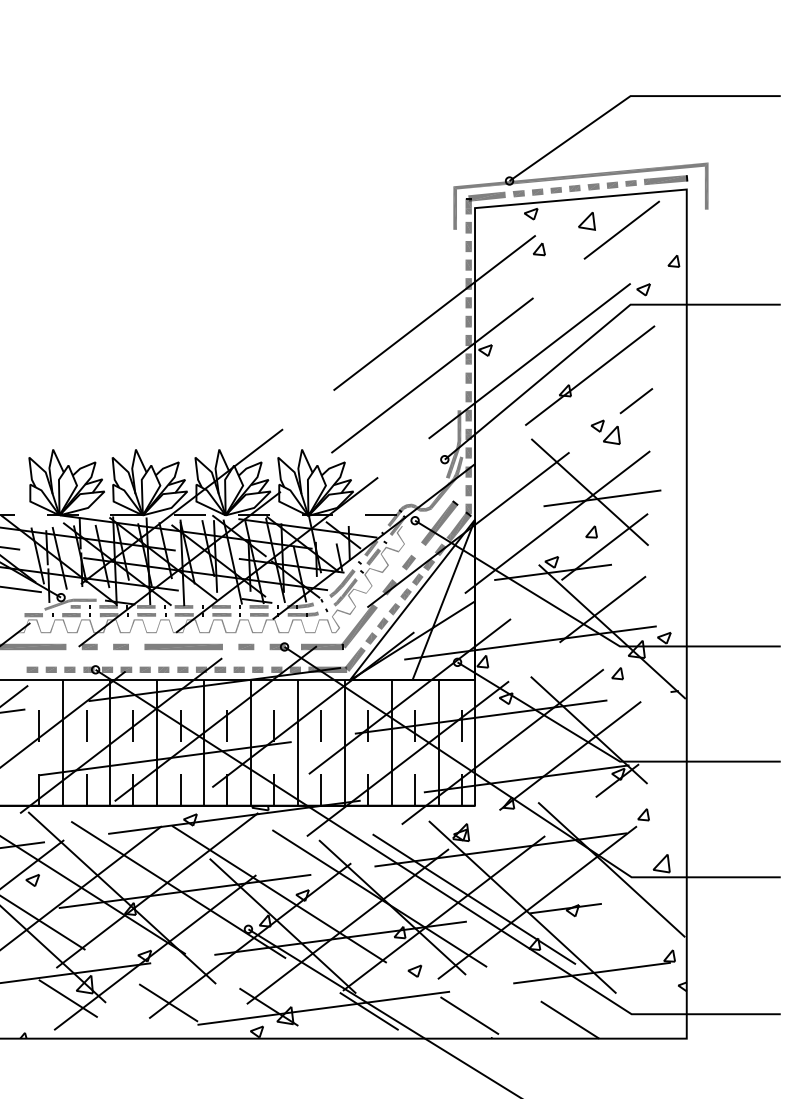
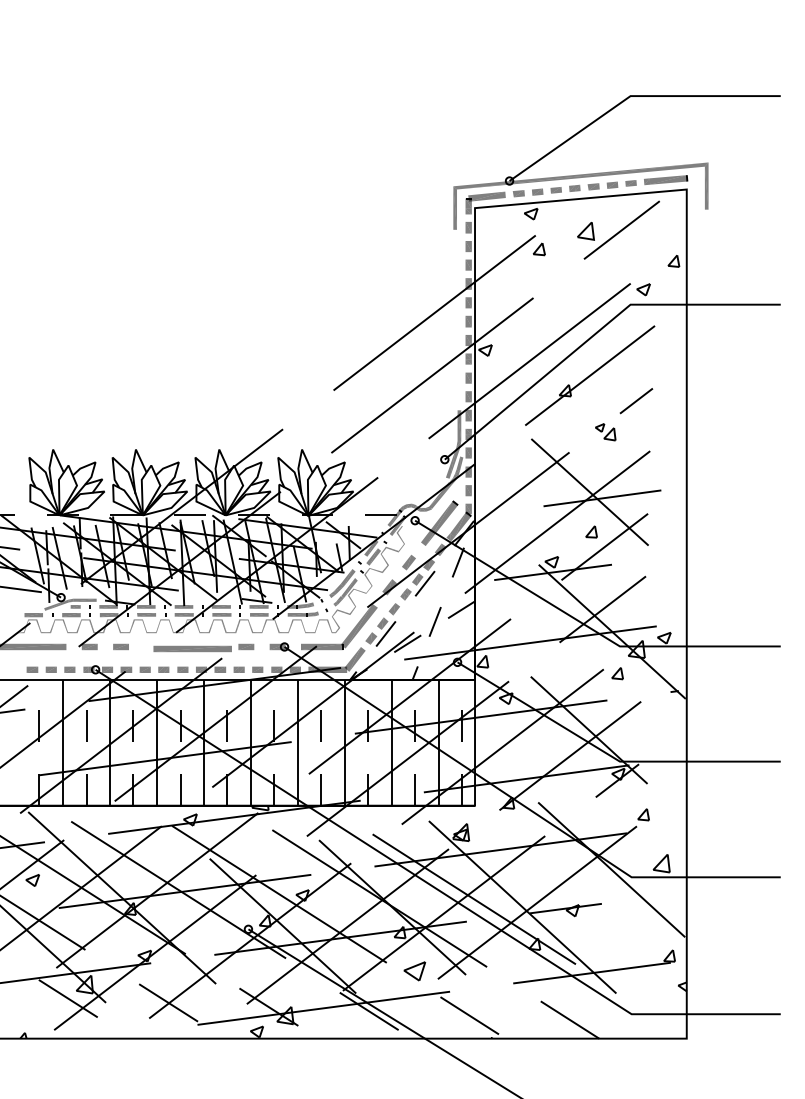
part at (586, 221) position: (586, 221) -> (585, 231)
part at (605, 431) size: 31x26 px -> 22x19 px
line at (419, 590): solid -> dashed
part at (183, 646) position: (183, 646) -> (192, 648)
part at (414, 970) size: 16x14 px -> 24x21 px
